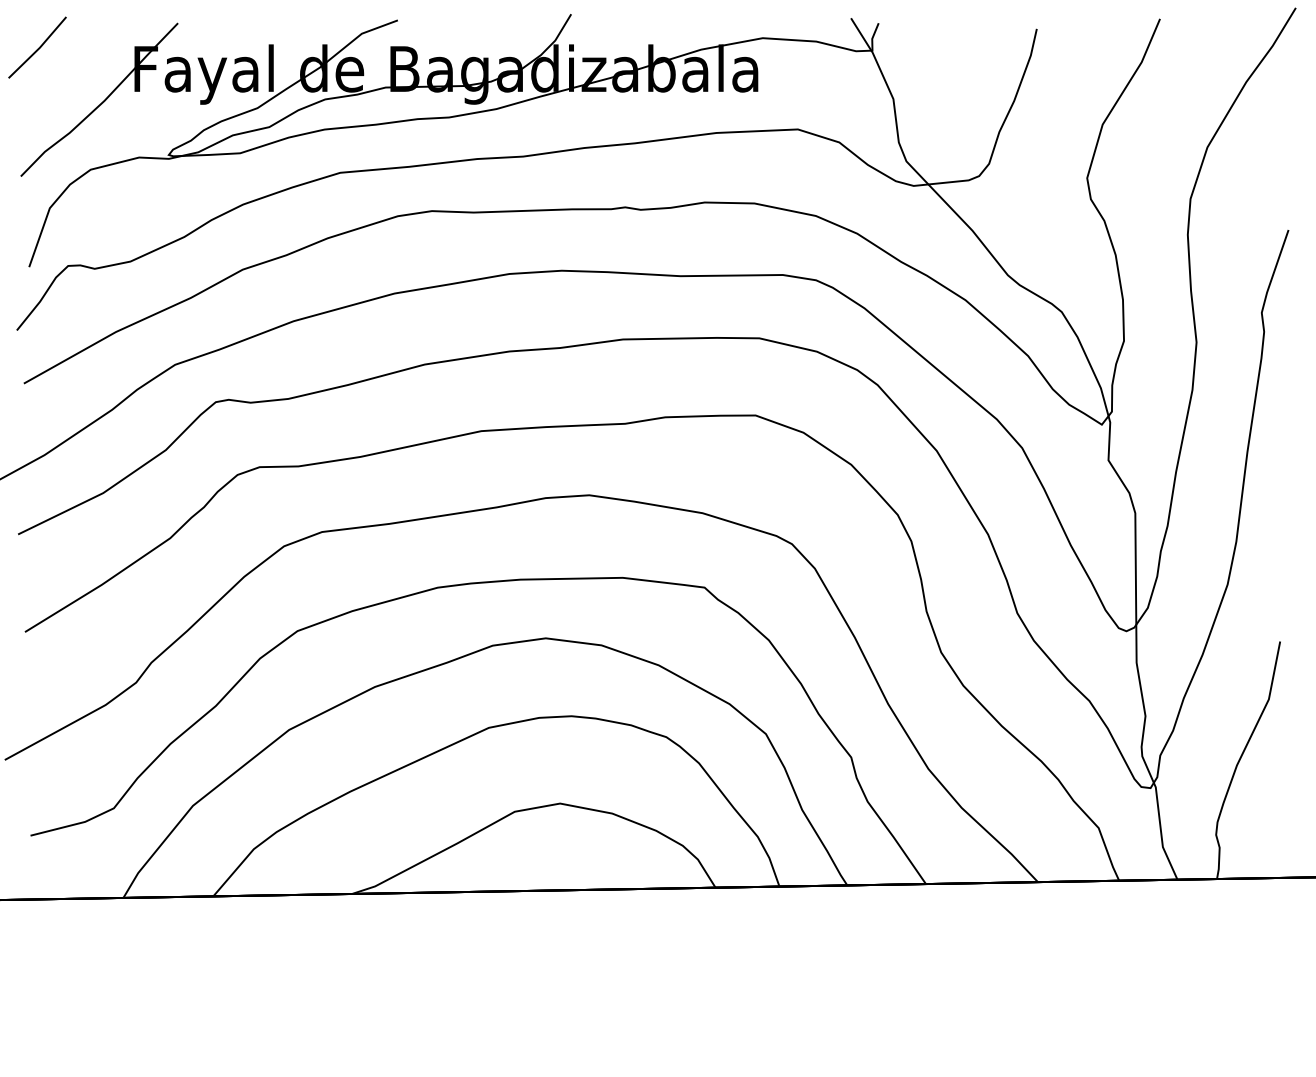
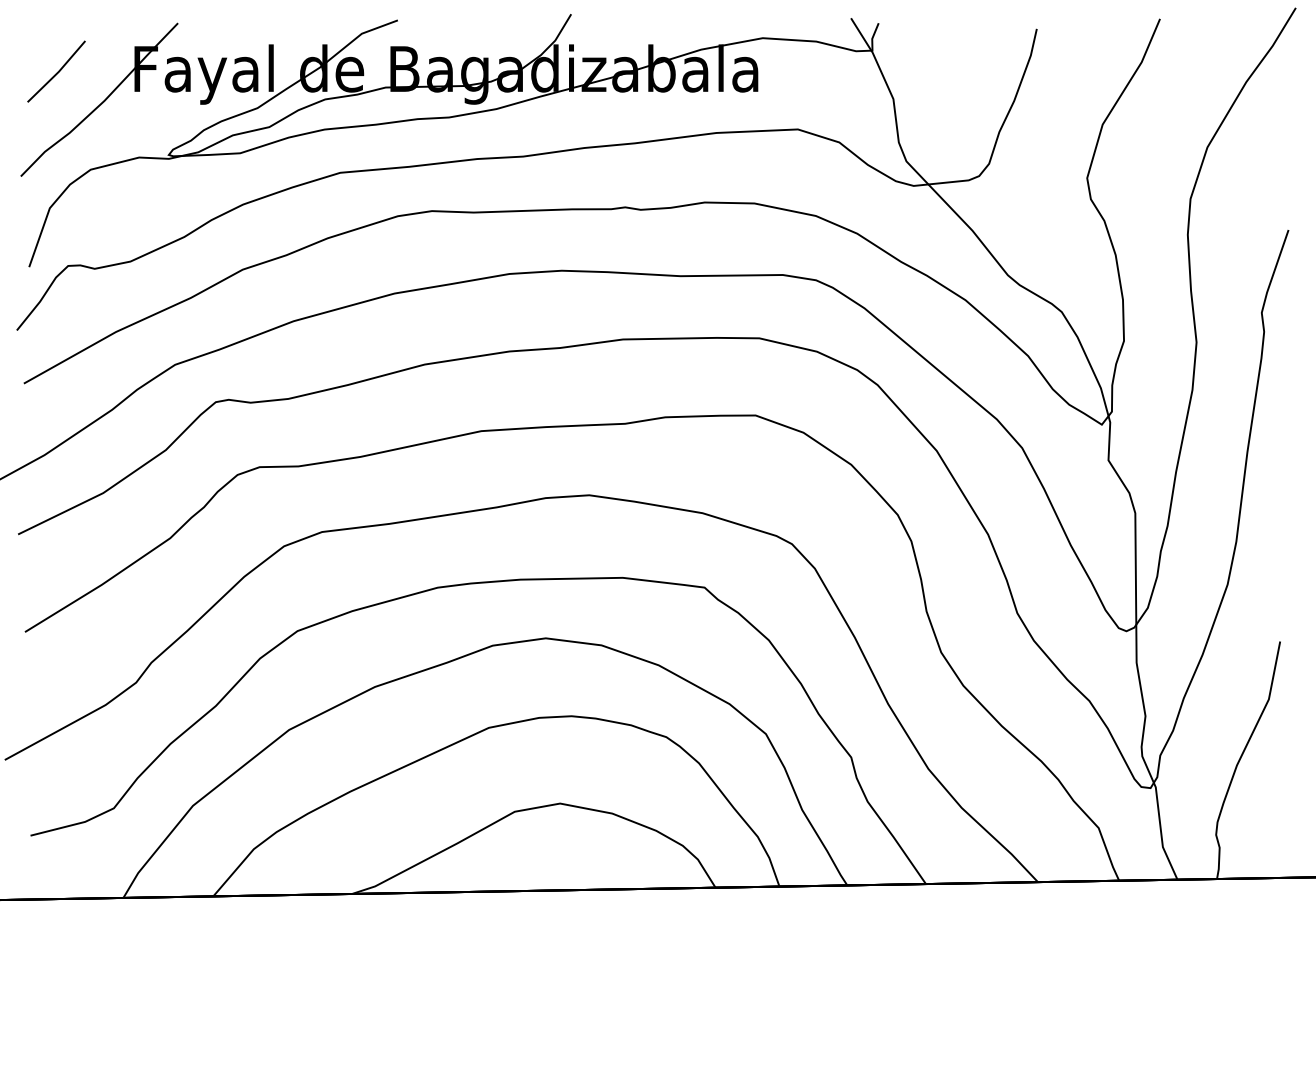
line at (38, 47) position: (38, 47) -> (57, 71)
